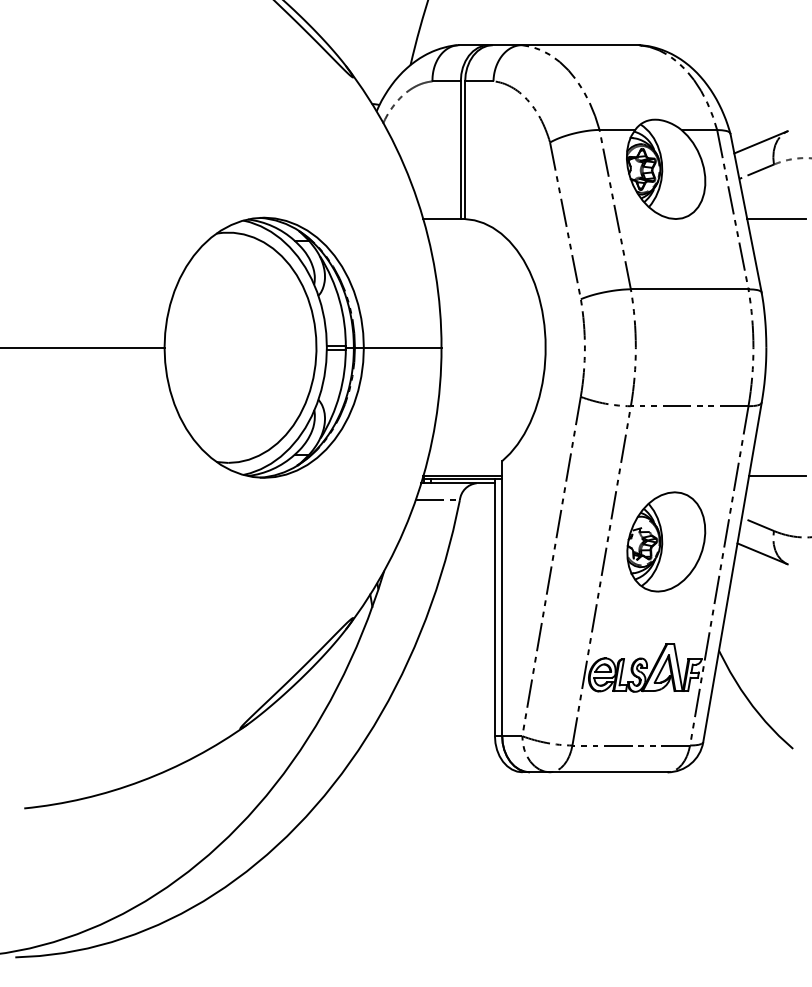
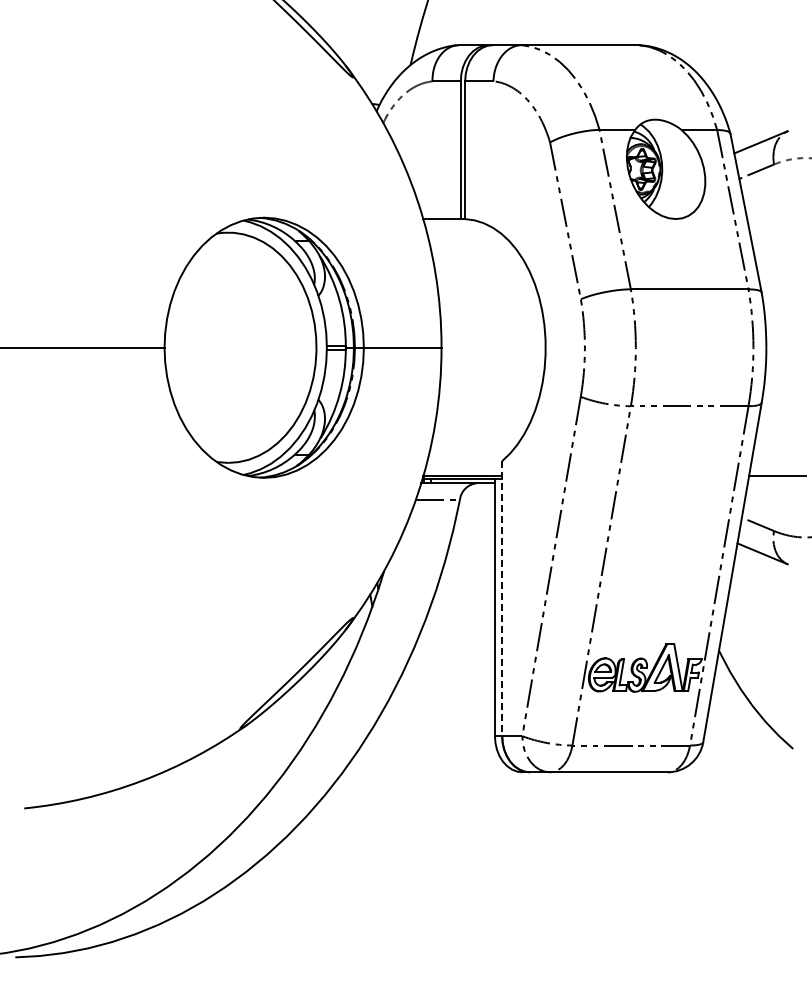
line at (776, 219): present -> none
part at (666, 541): present -> none
line at (502, 598): solid -> dashed
